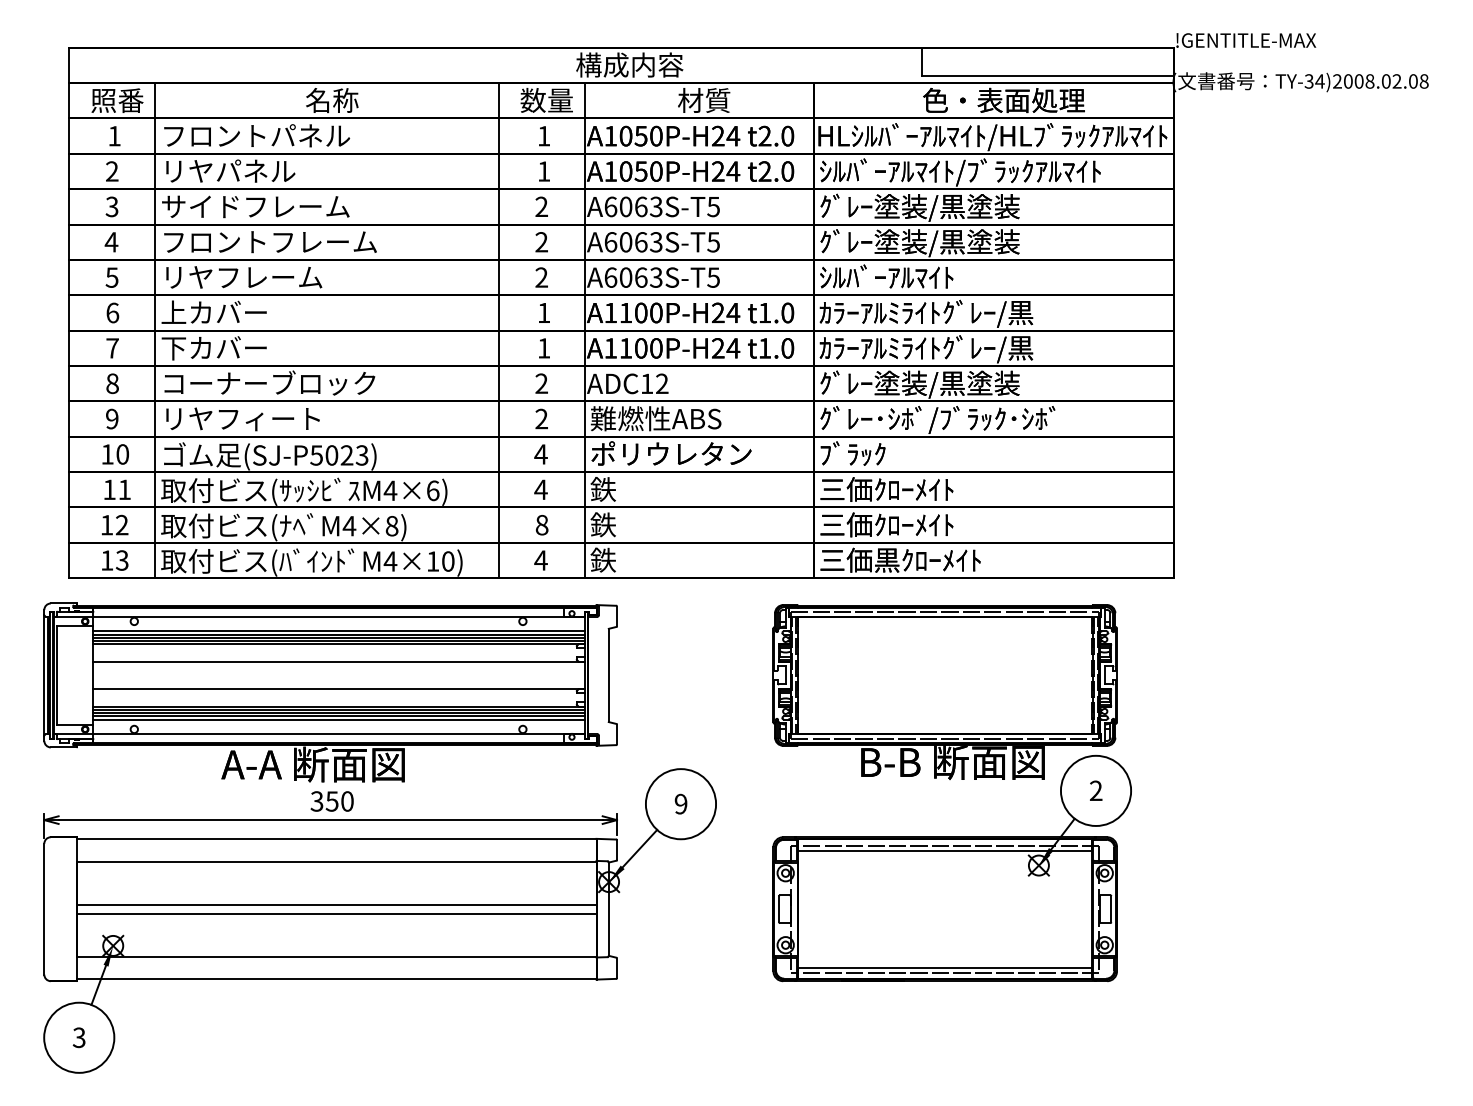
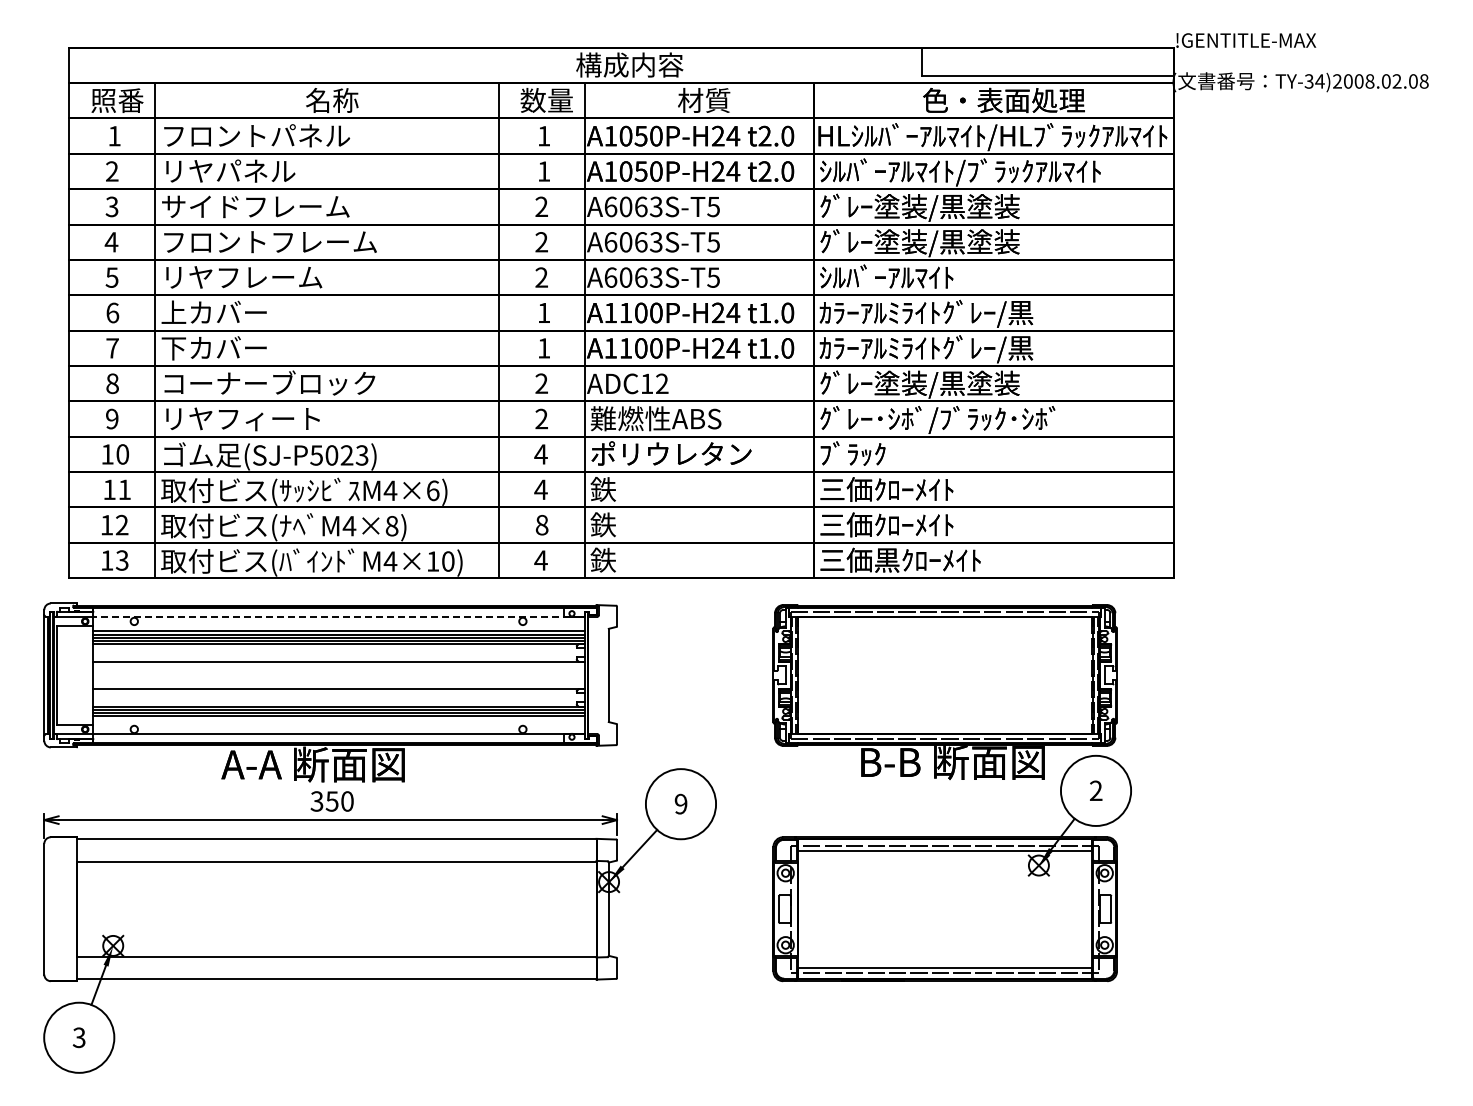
line at (331, 616): solid -> dashed
line at (339, 719): present -> none
line at (336, 904): present -> none
line at (336, 913): present -> none
